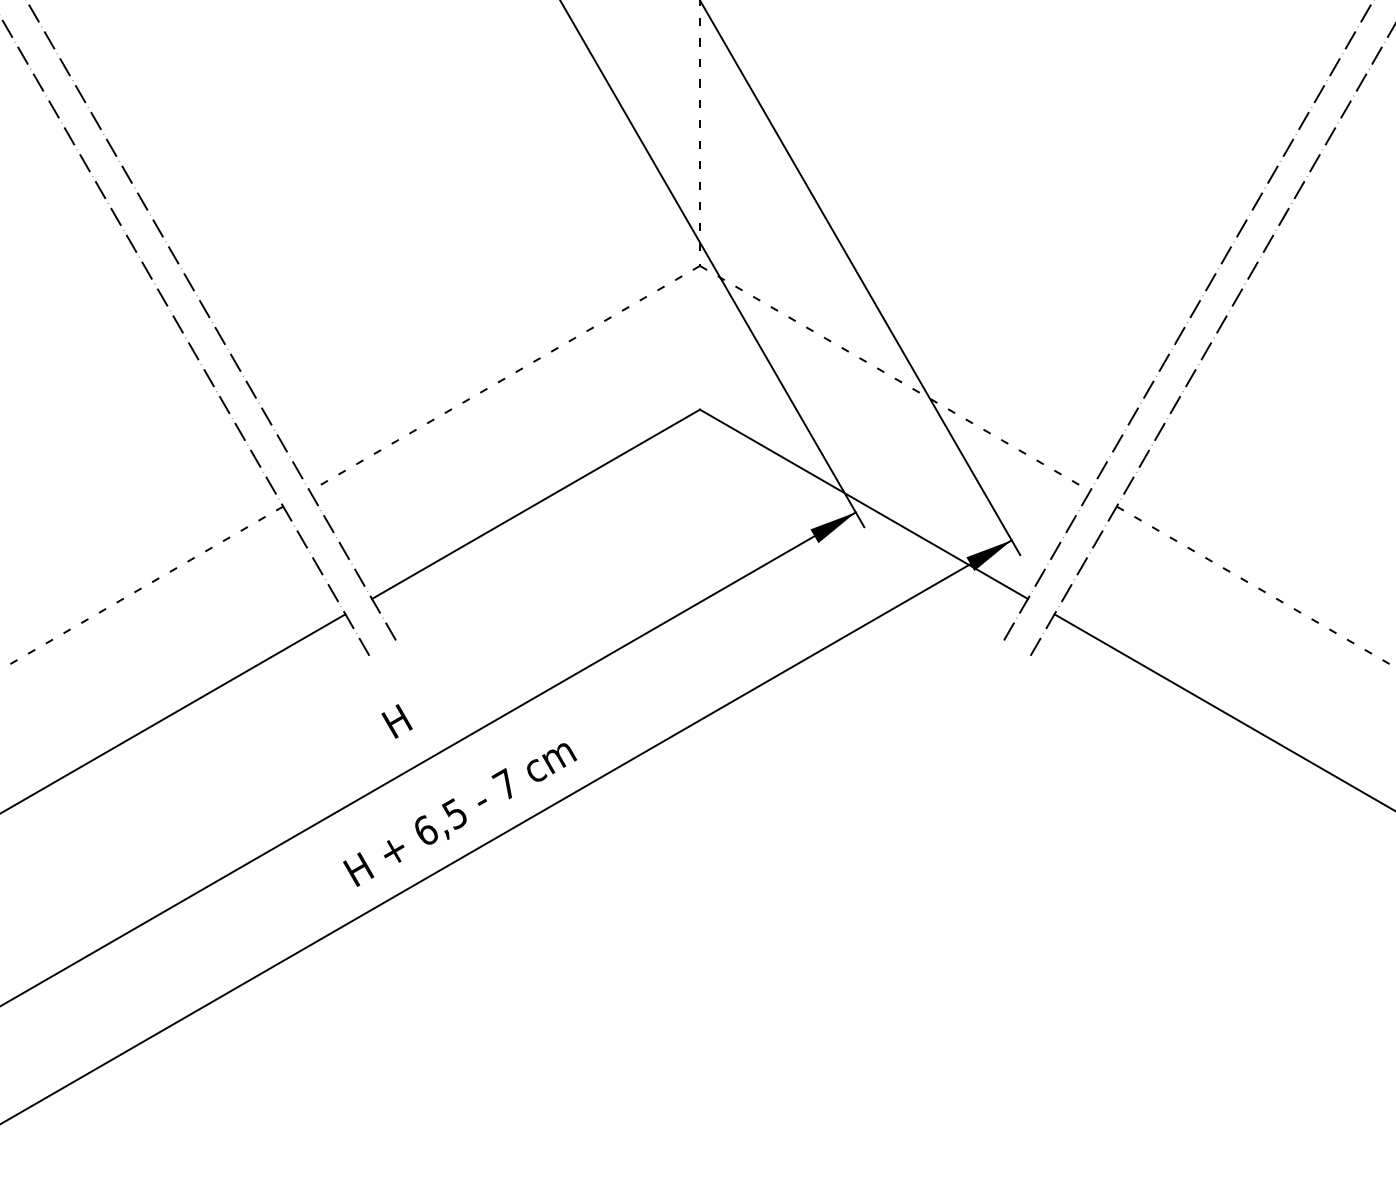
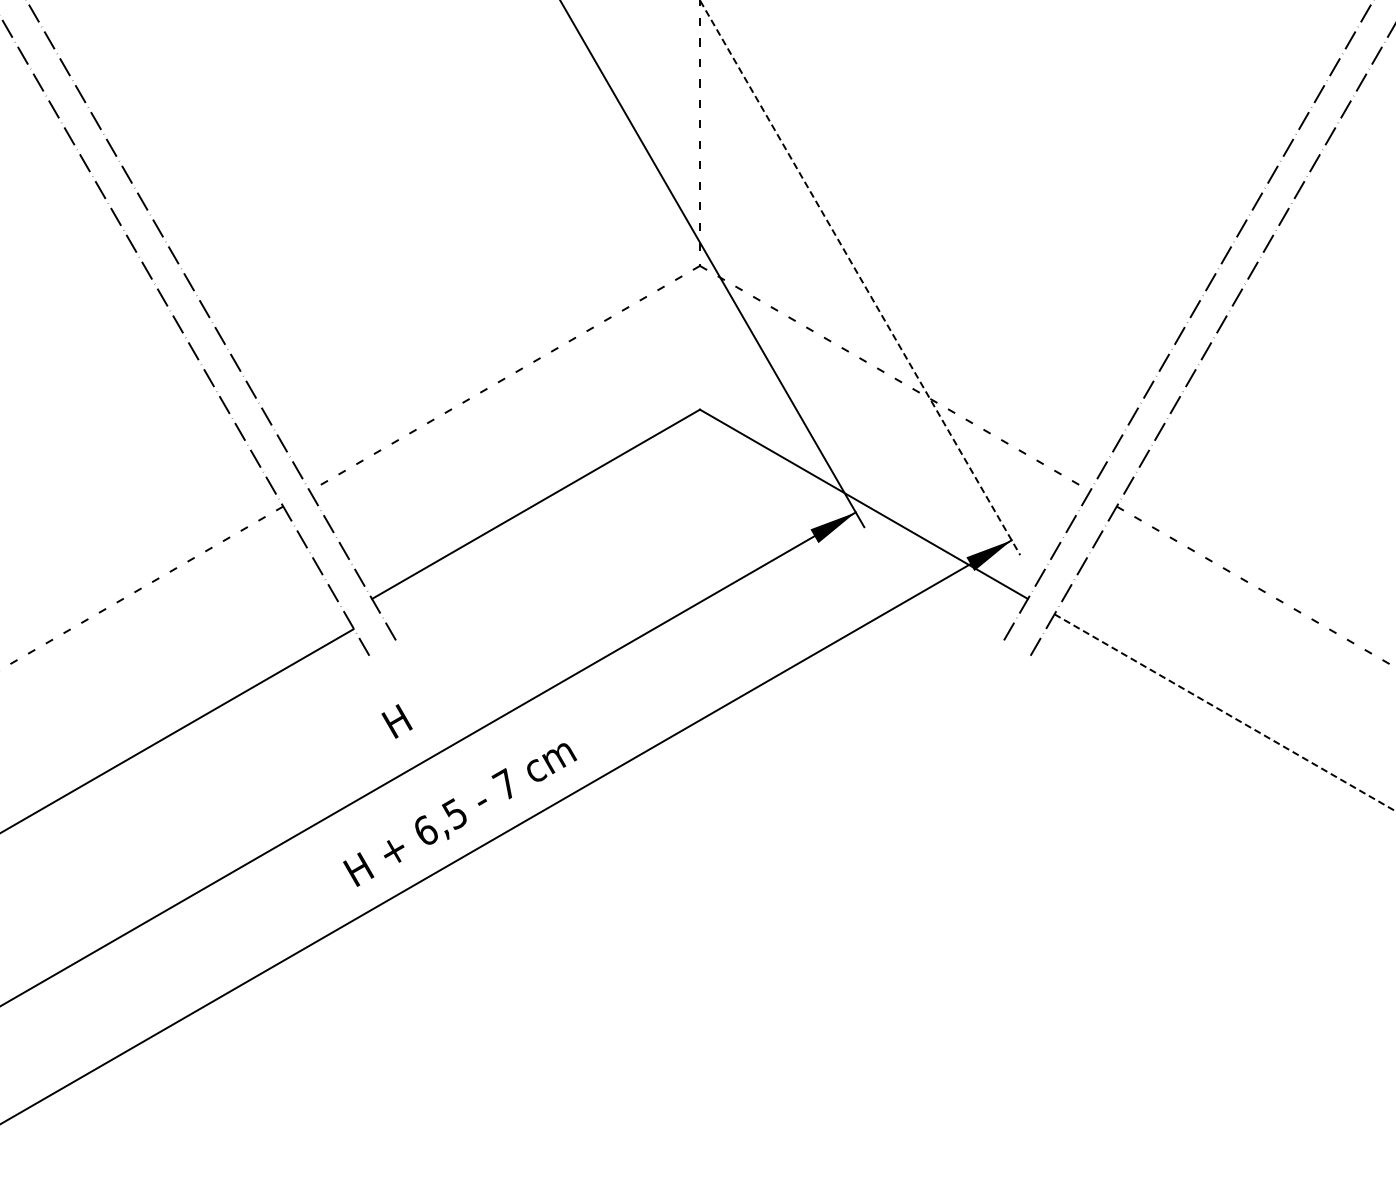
line at (860, 278): solid -> dashed
line at (1224, 712): solid -> dashed
line at (173, 713) position: (173, 713) -> (177, 730)
